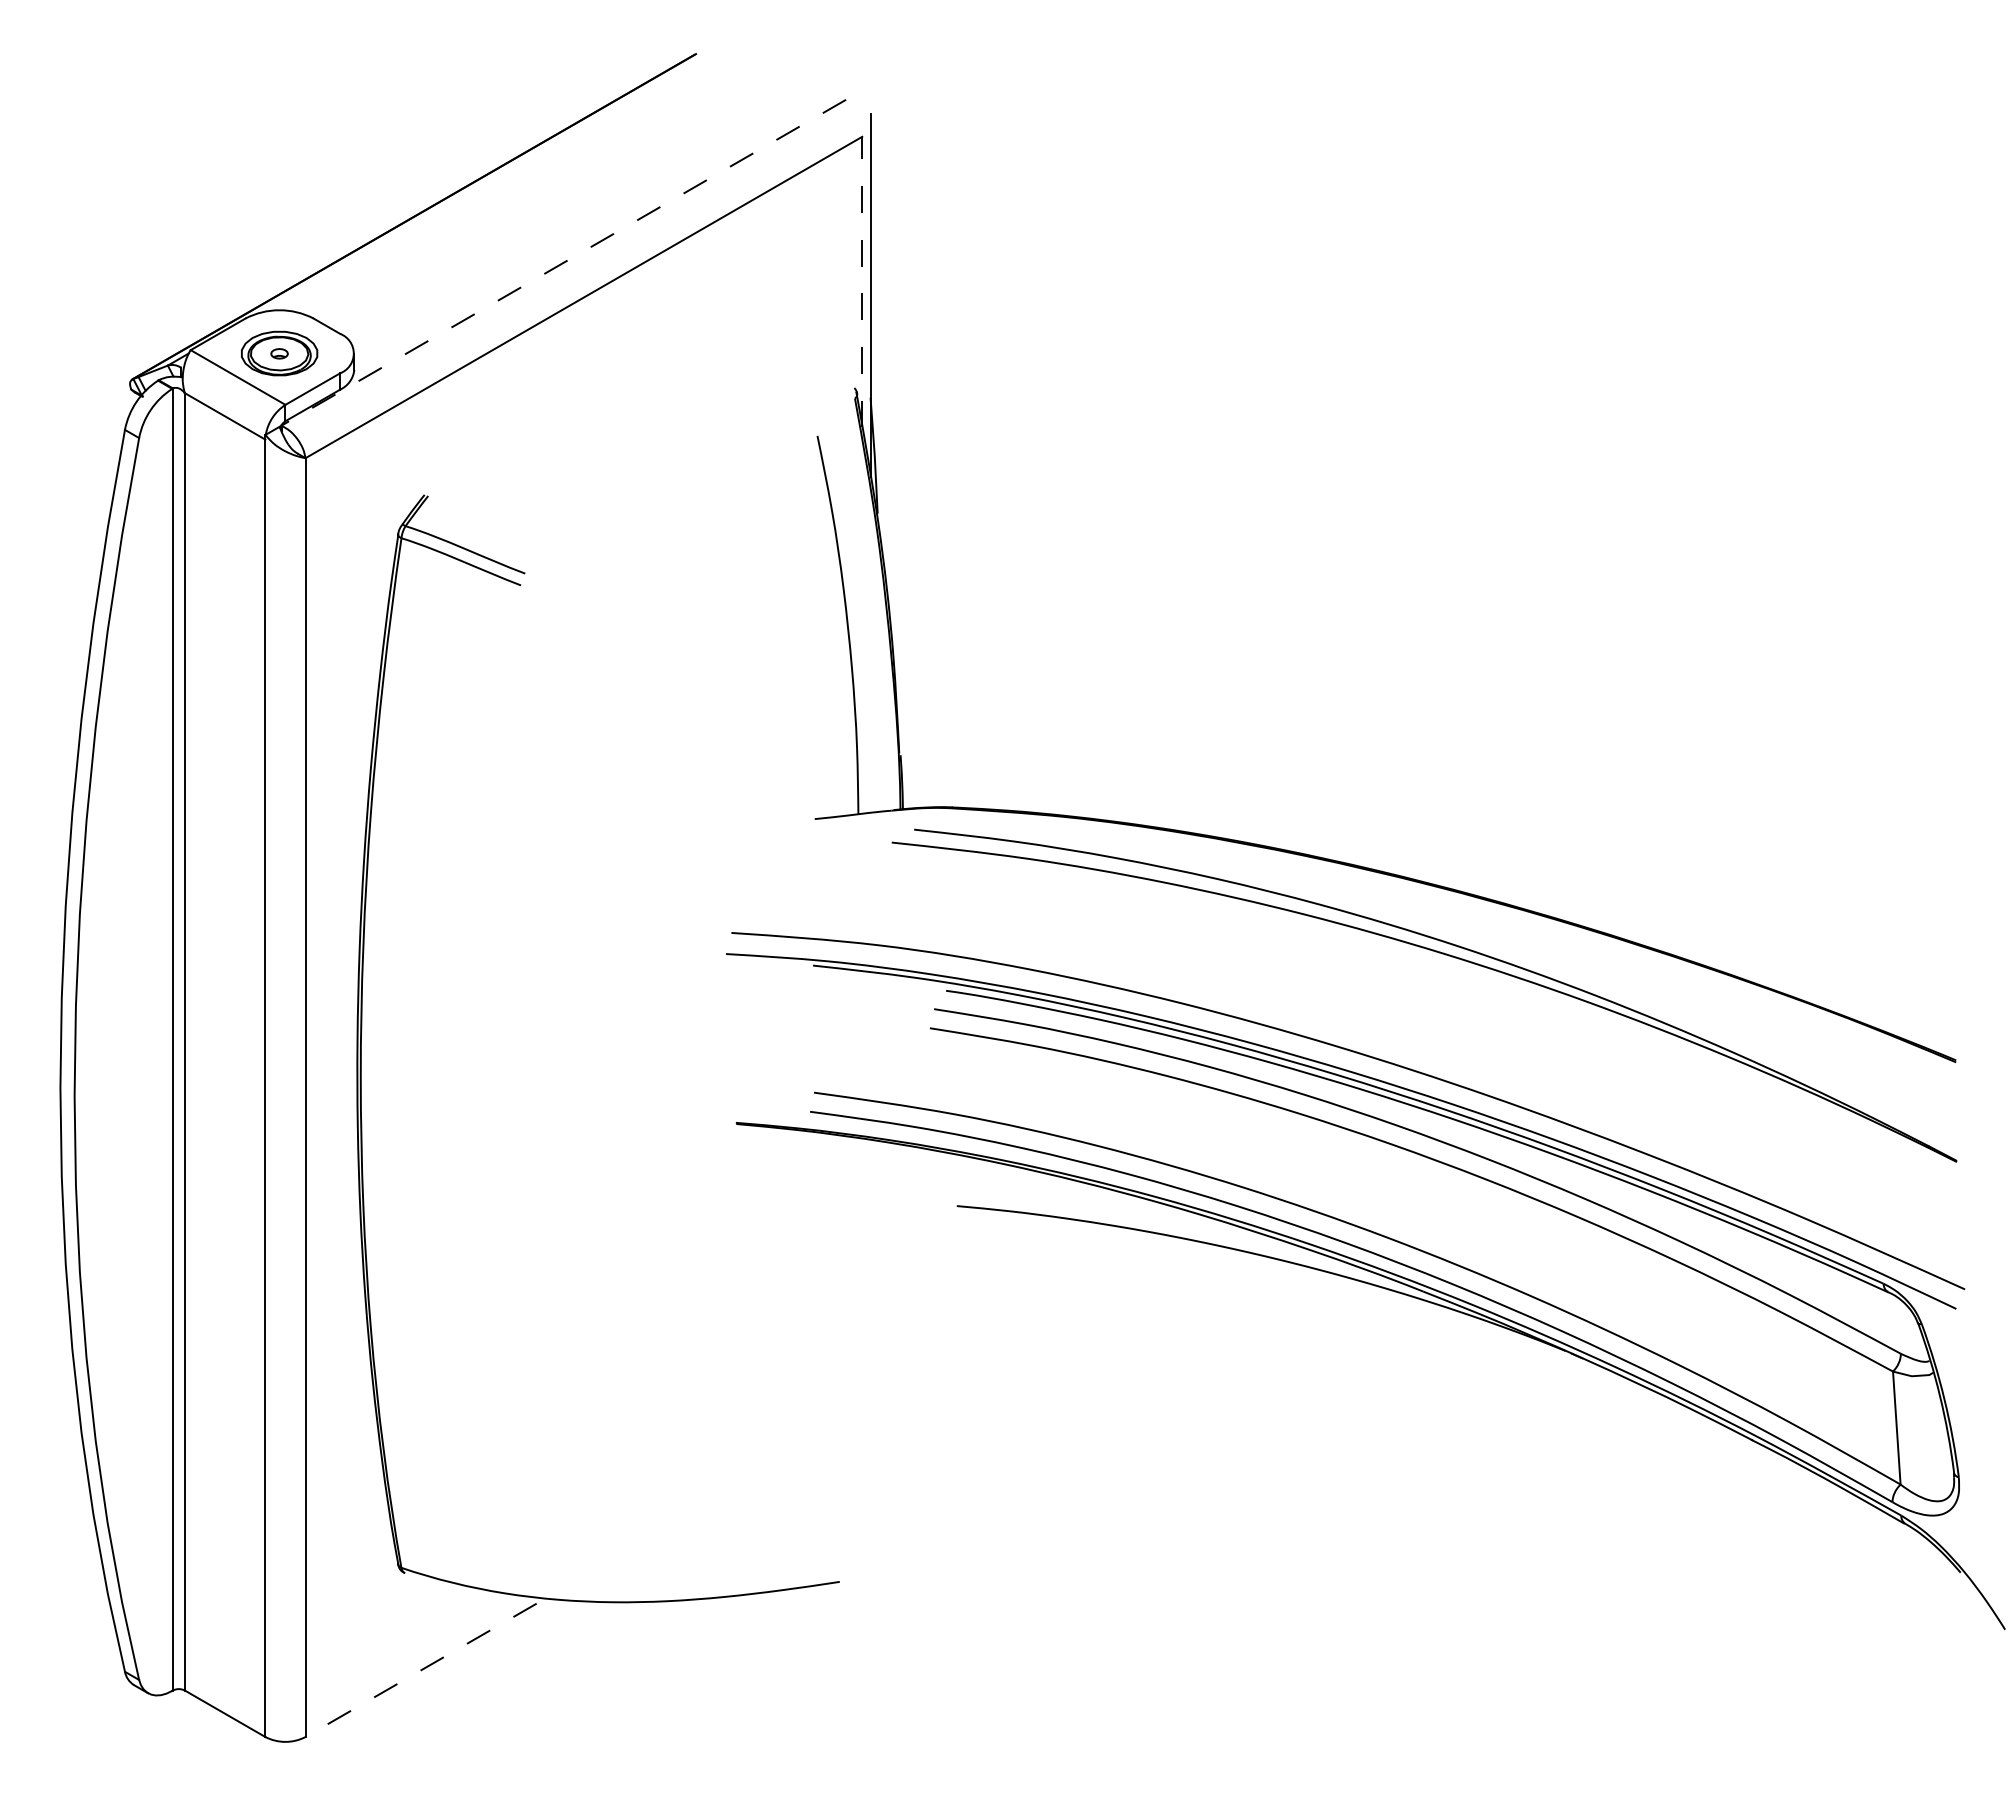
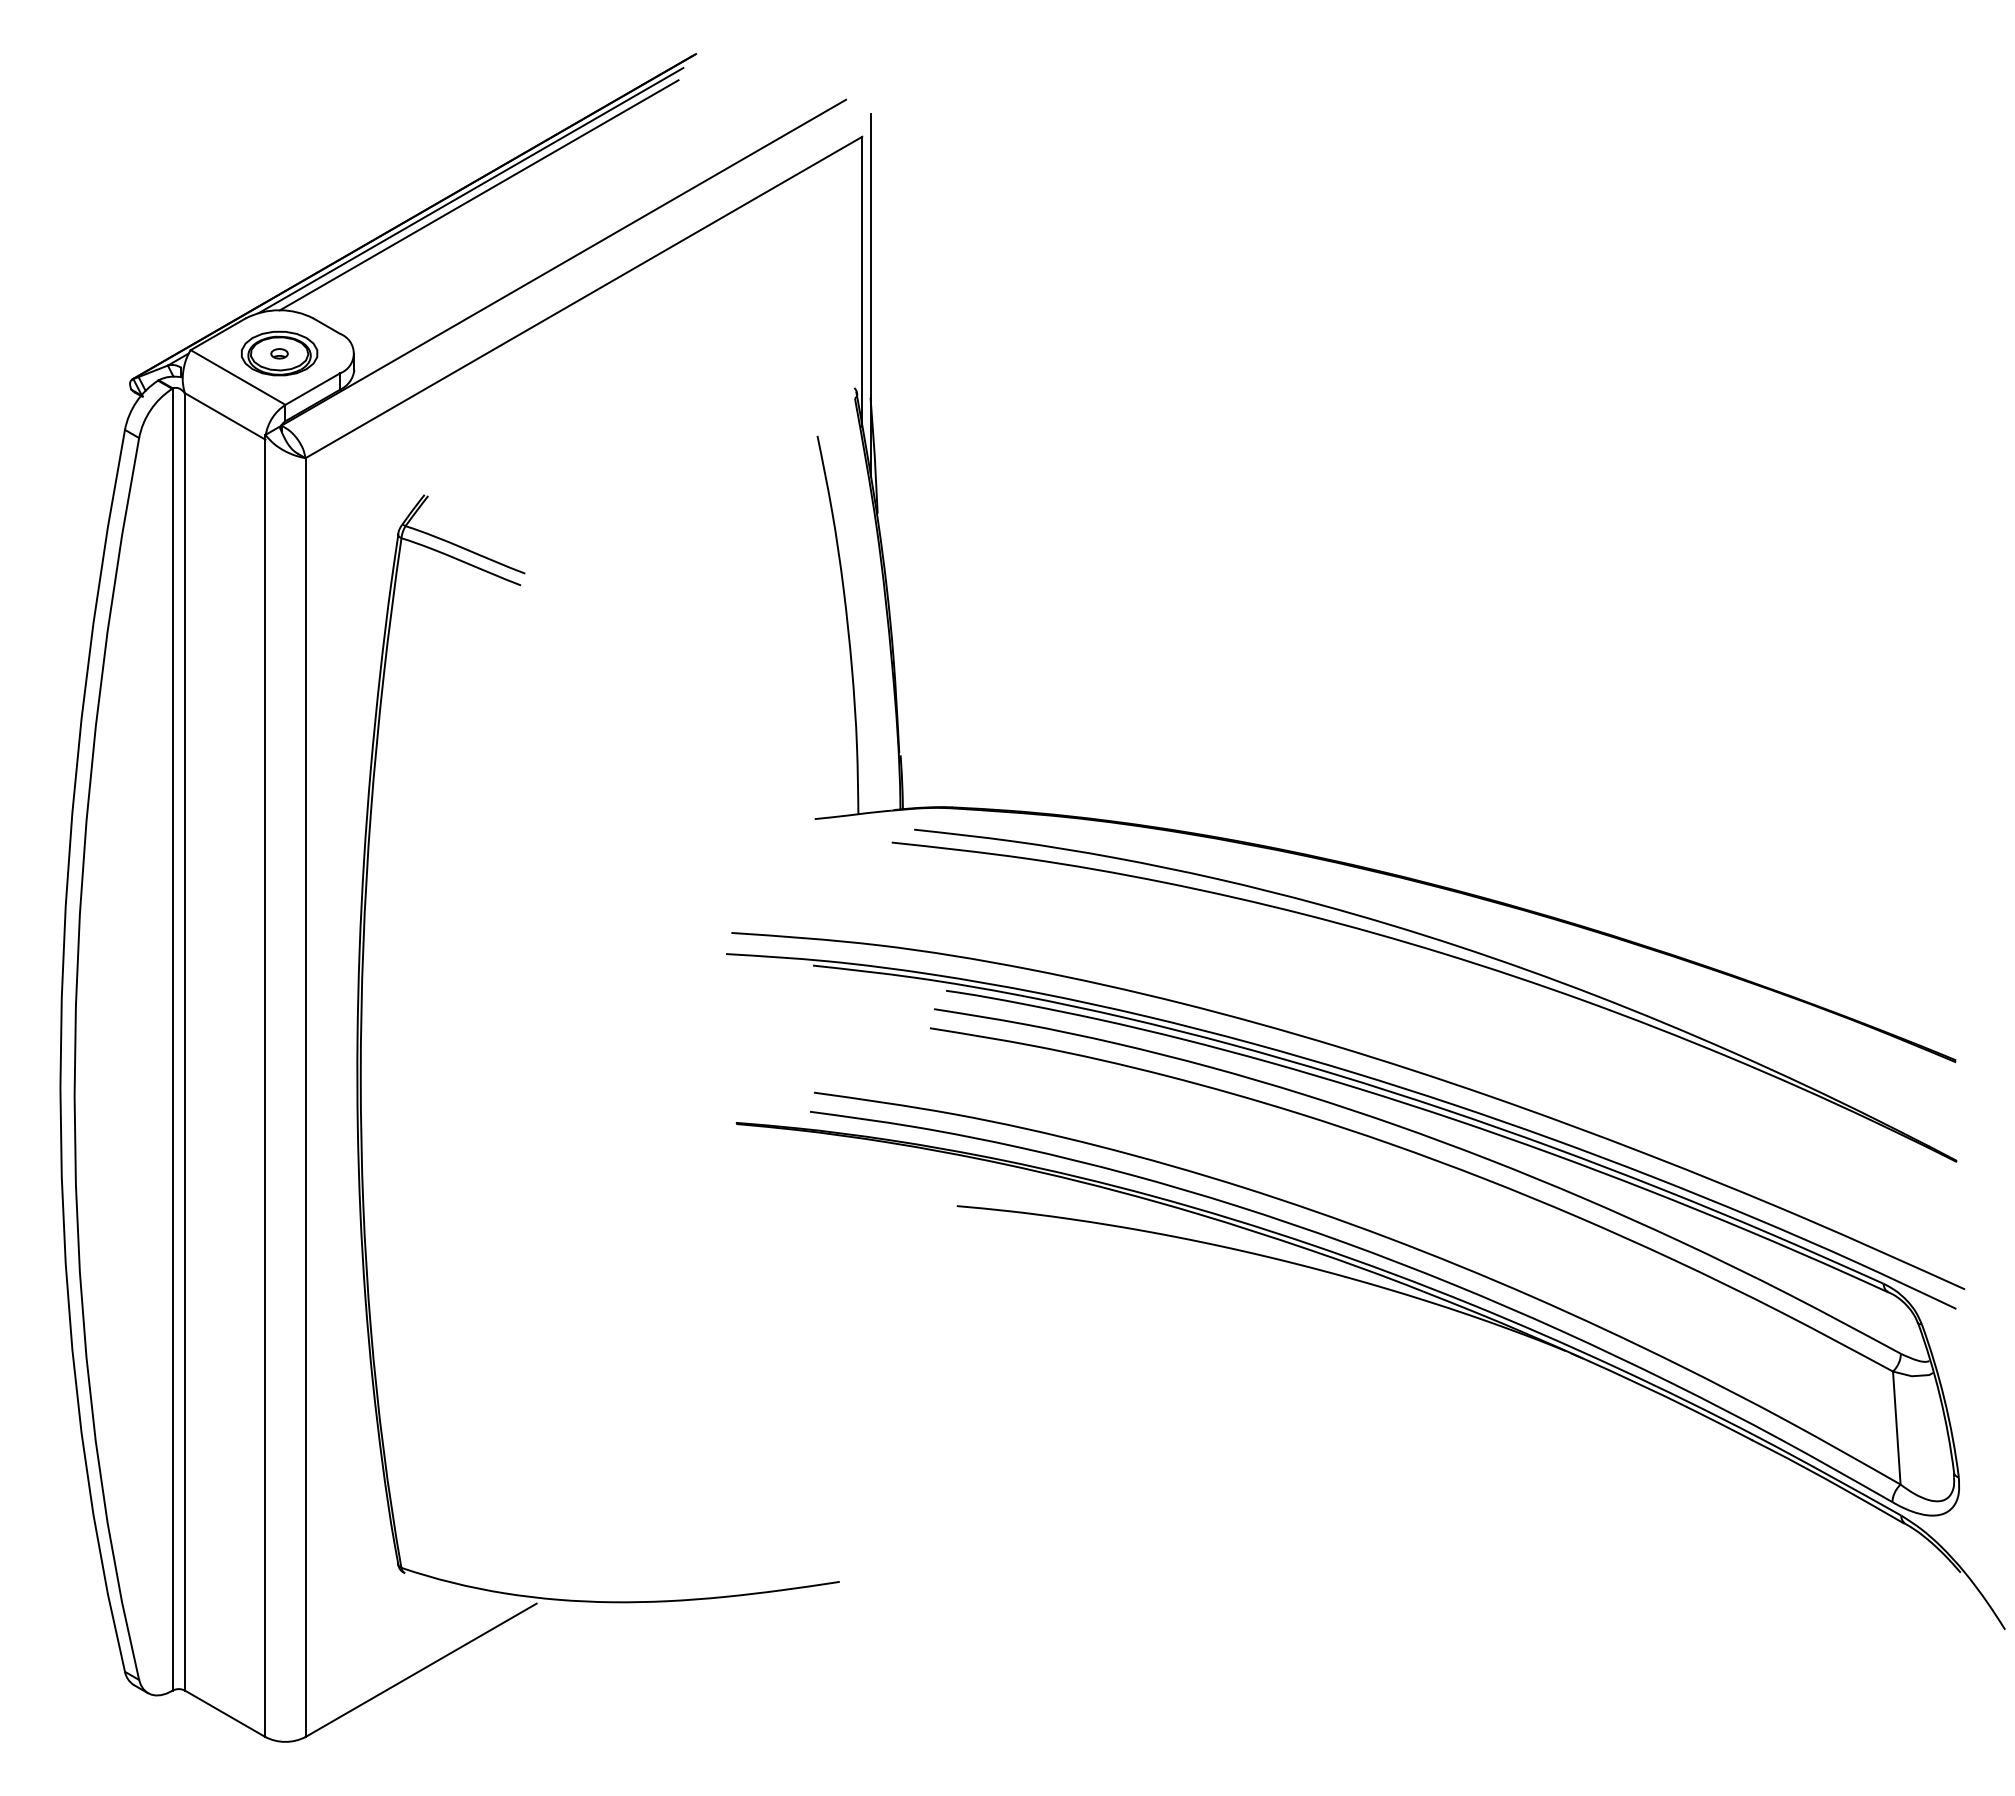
line at (470, 190): none -> present
line at (478, 195): none -> present
line at (563, 262): dashed -> solid
line at (862, 281): dashed -> solid
line at (420, 1670): dashed -> solid
